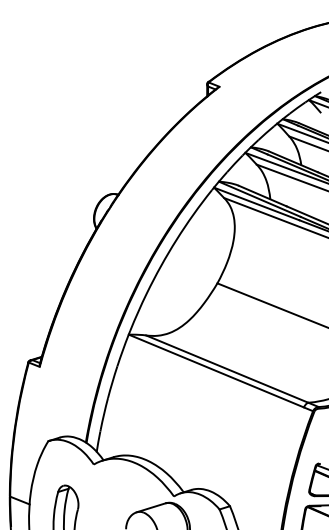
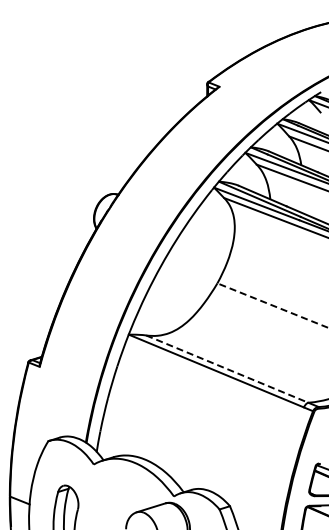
line at (272, 305): solid -> dashed
line at (227, 369): solid -> dashed
